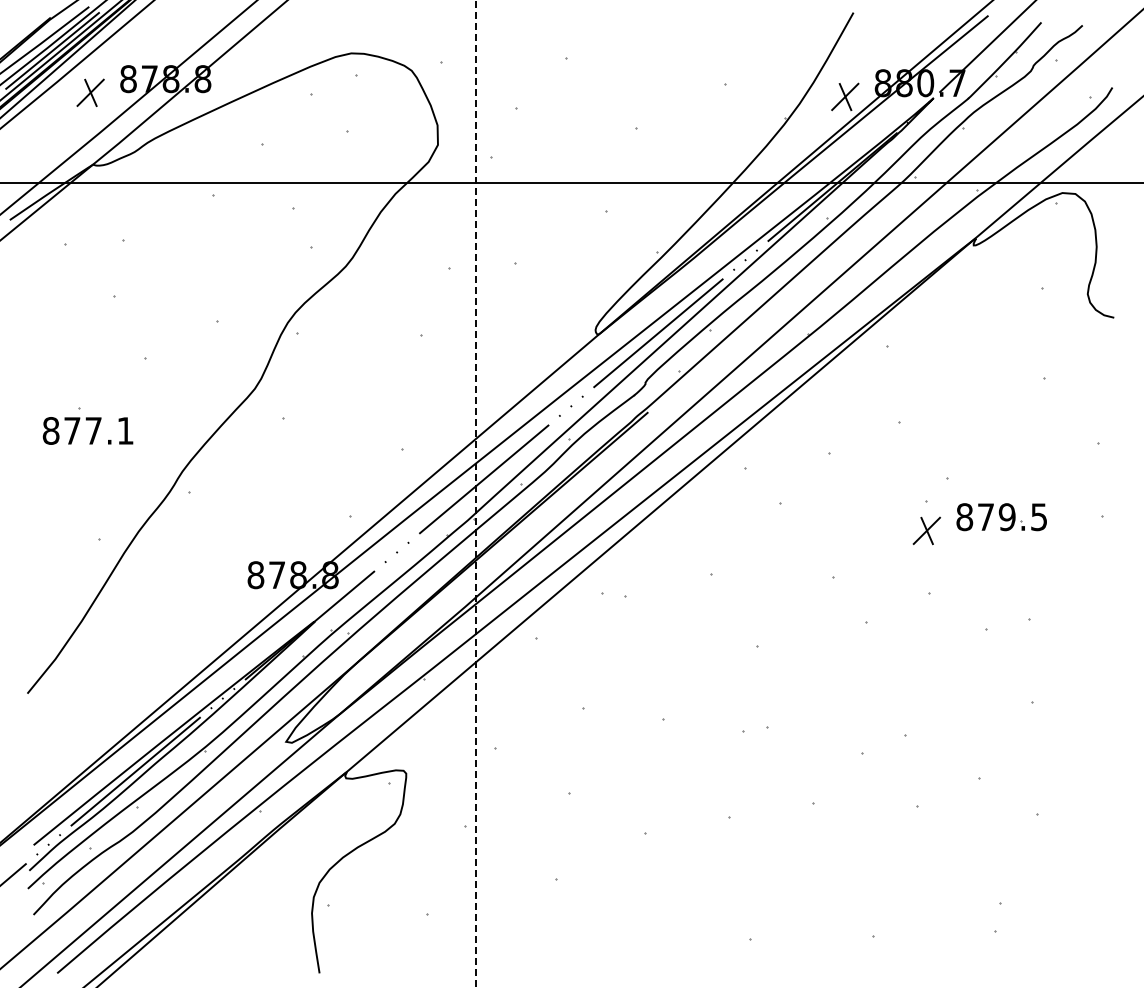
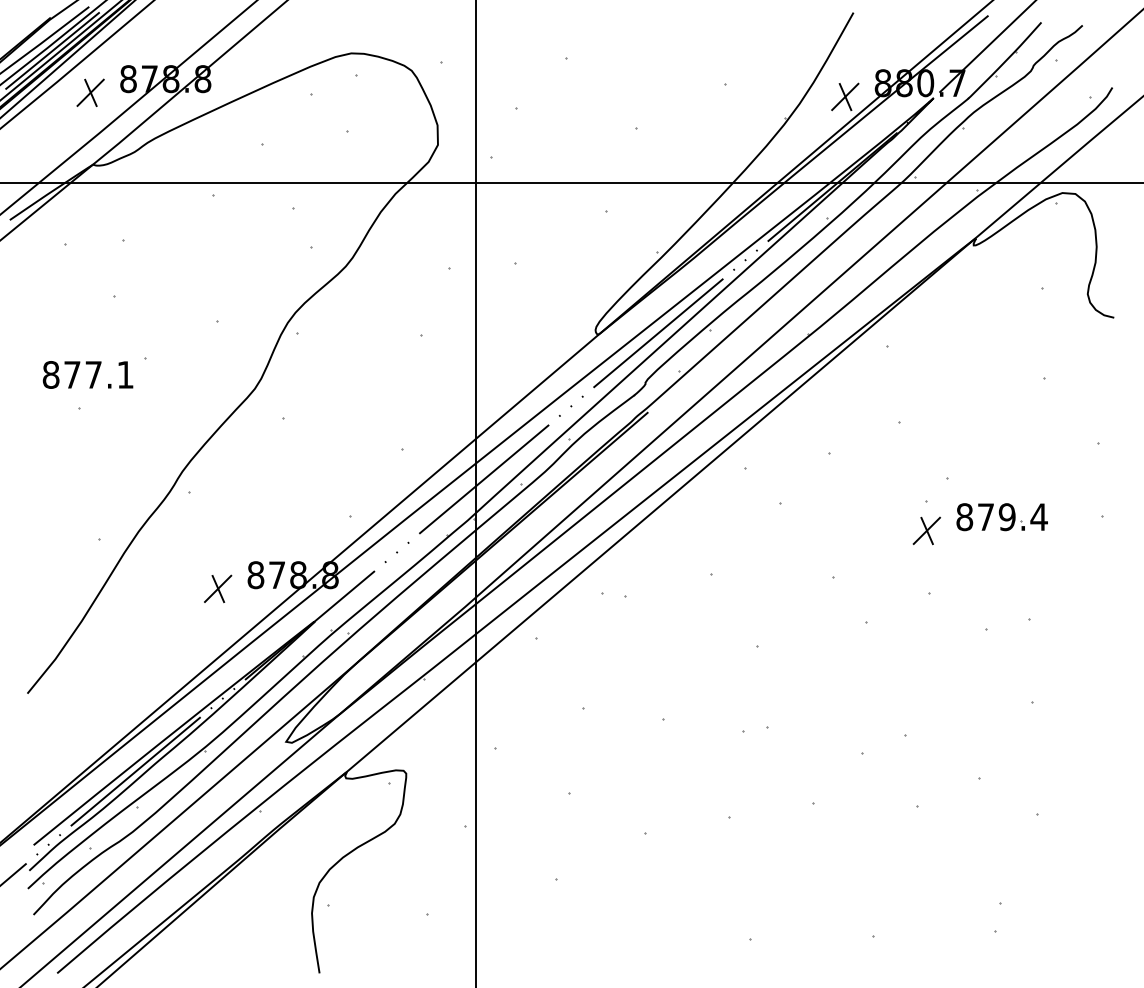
text at (87, 430) position: (87, 430) -> (87, 374)
line at (476, 493): dashed -> solid
text at (1038, 517): 879.5 -> 879.4
part at (218, 588): none -> present
